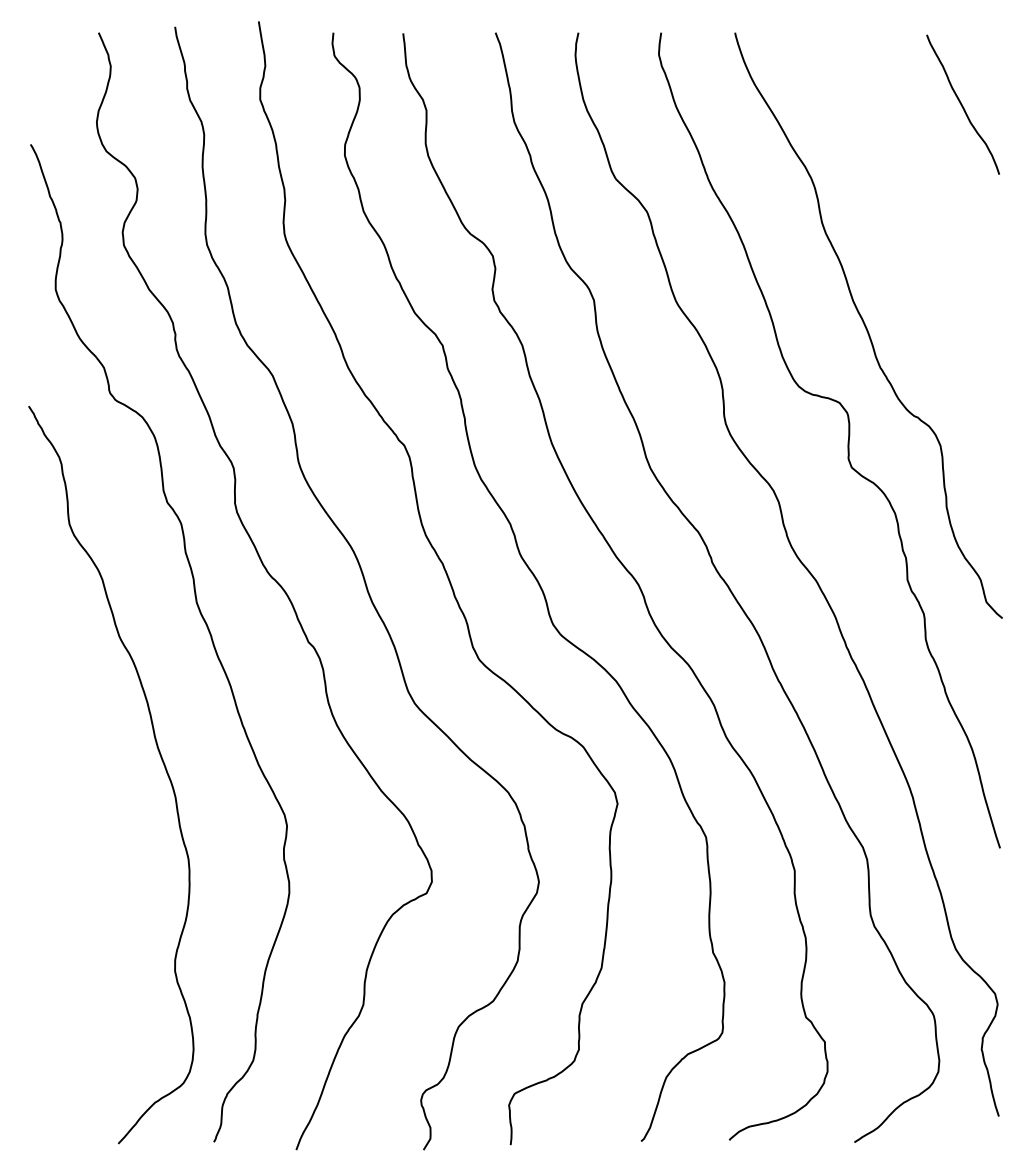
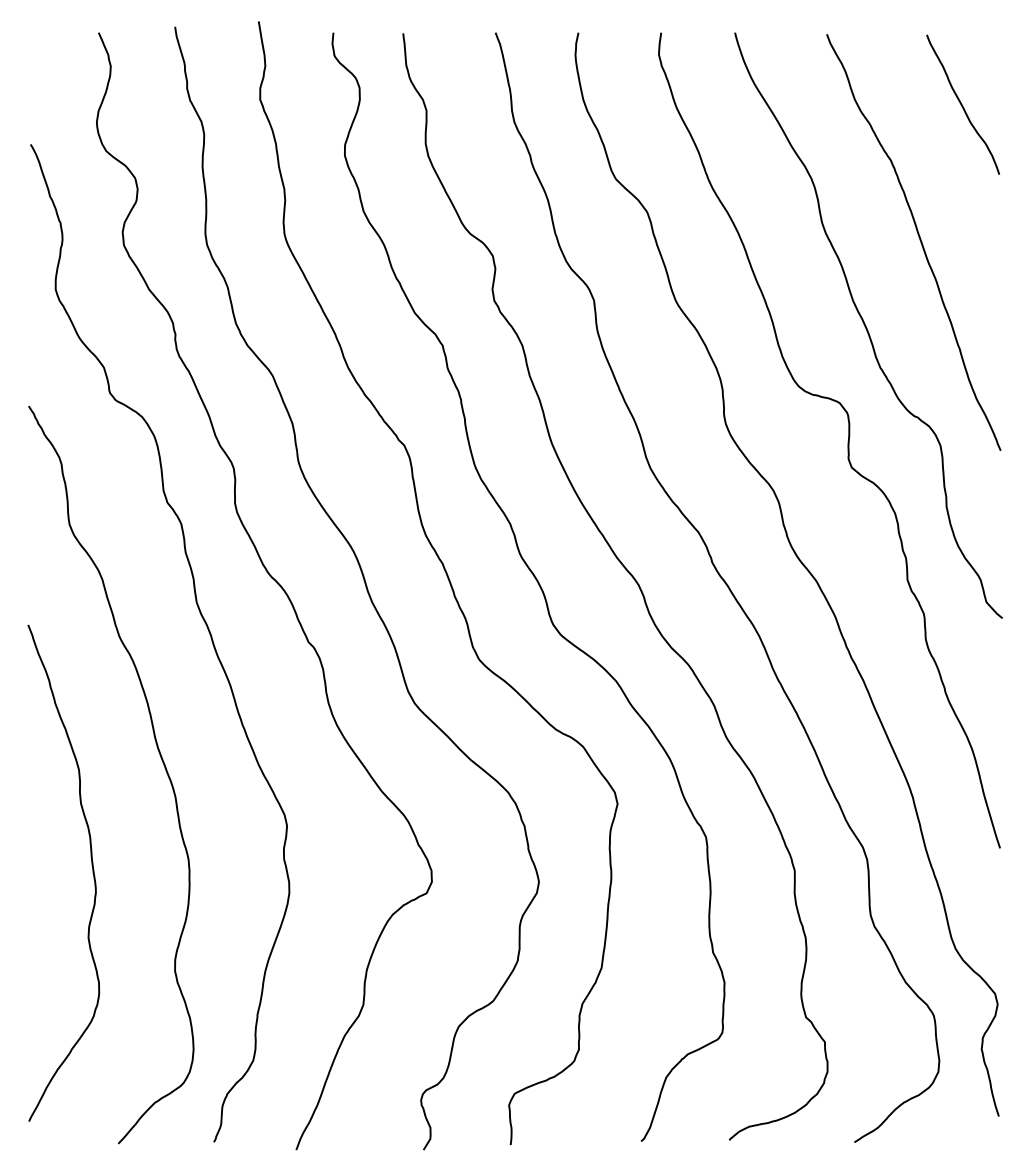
curve at (919, 240): none -> present
curve at (91, 865): none -> present
